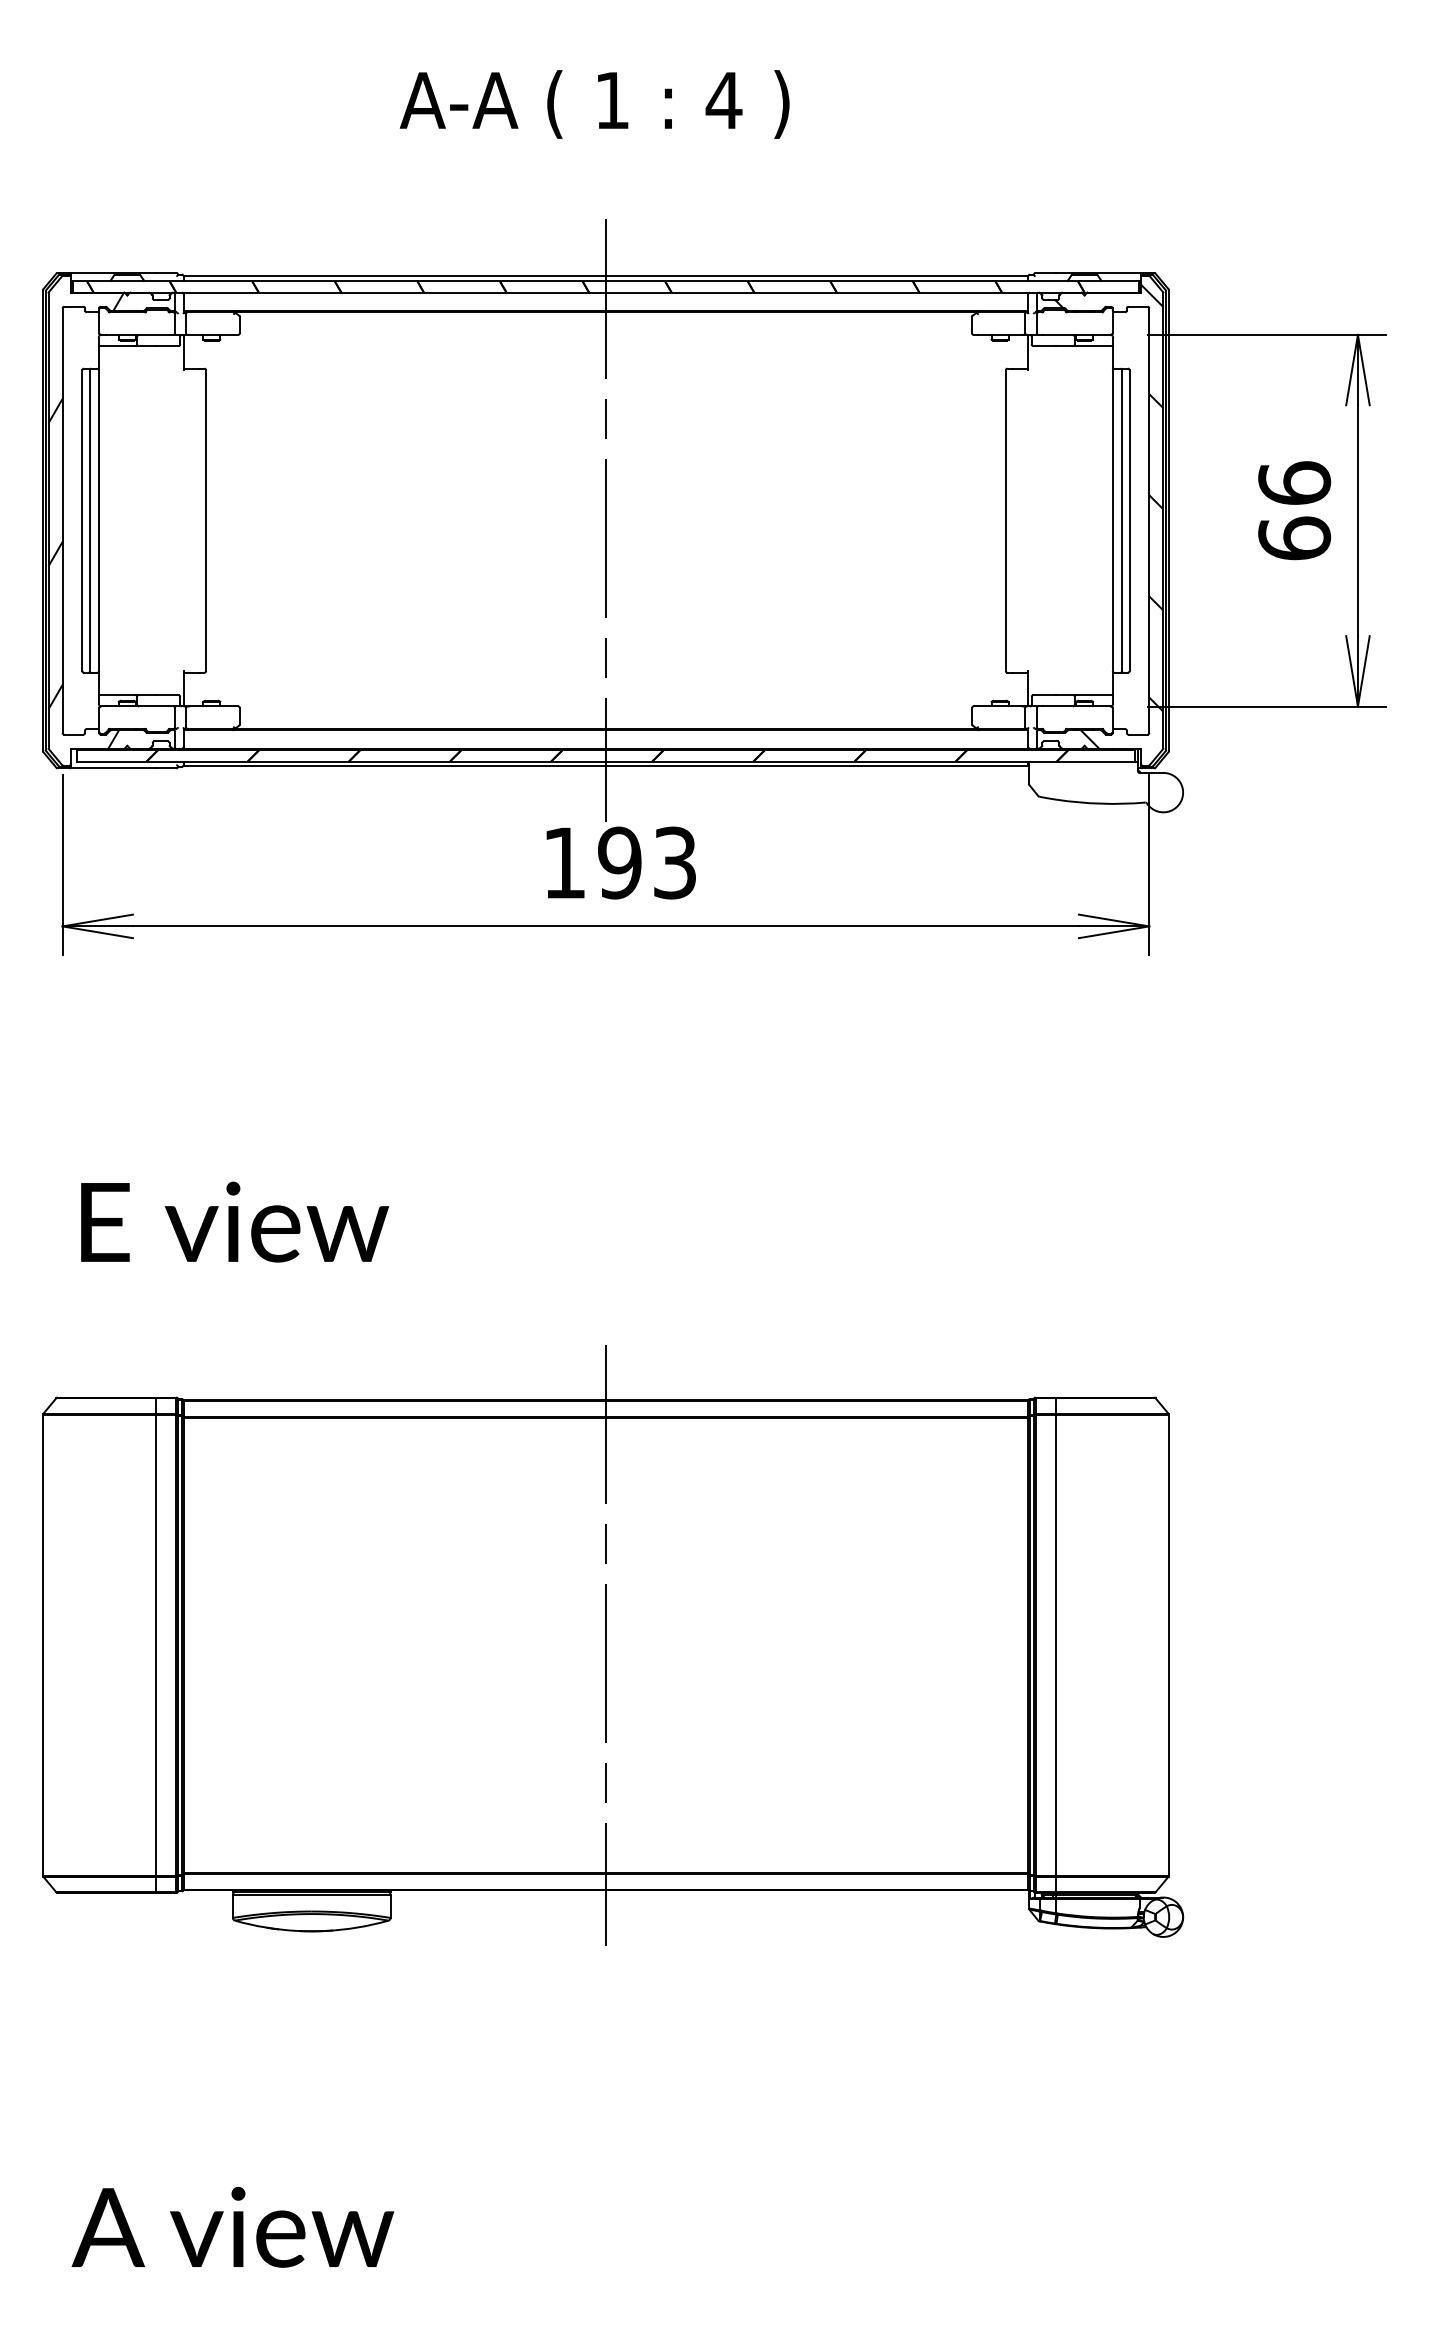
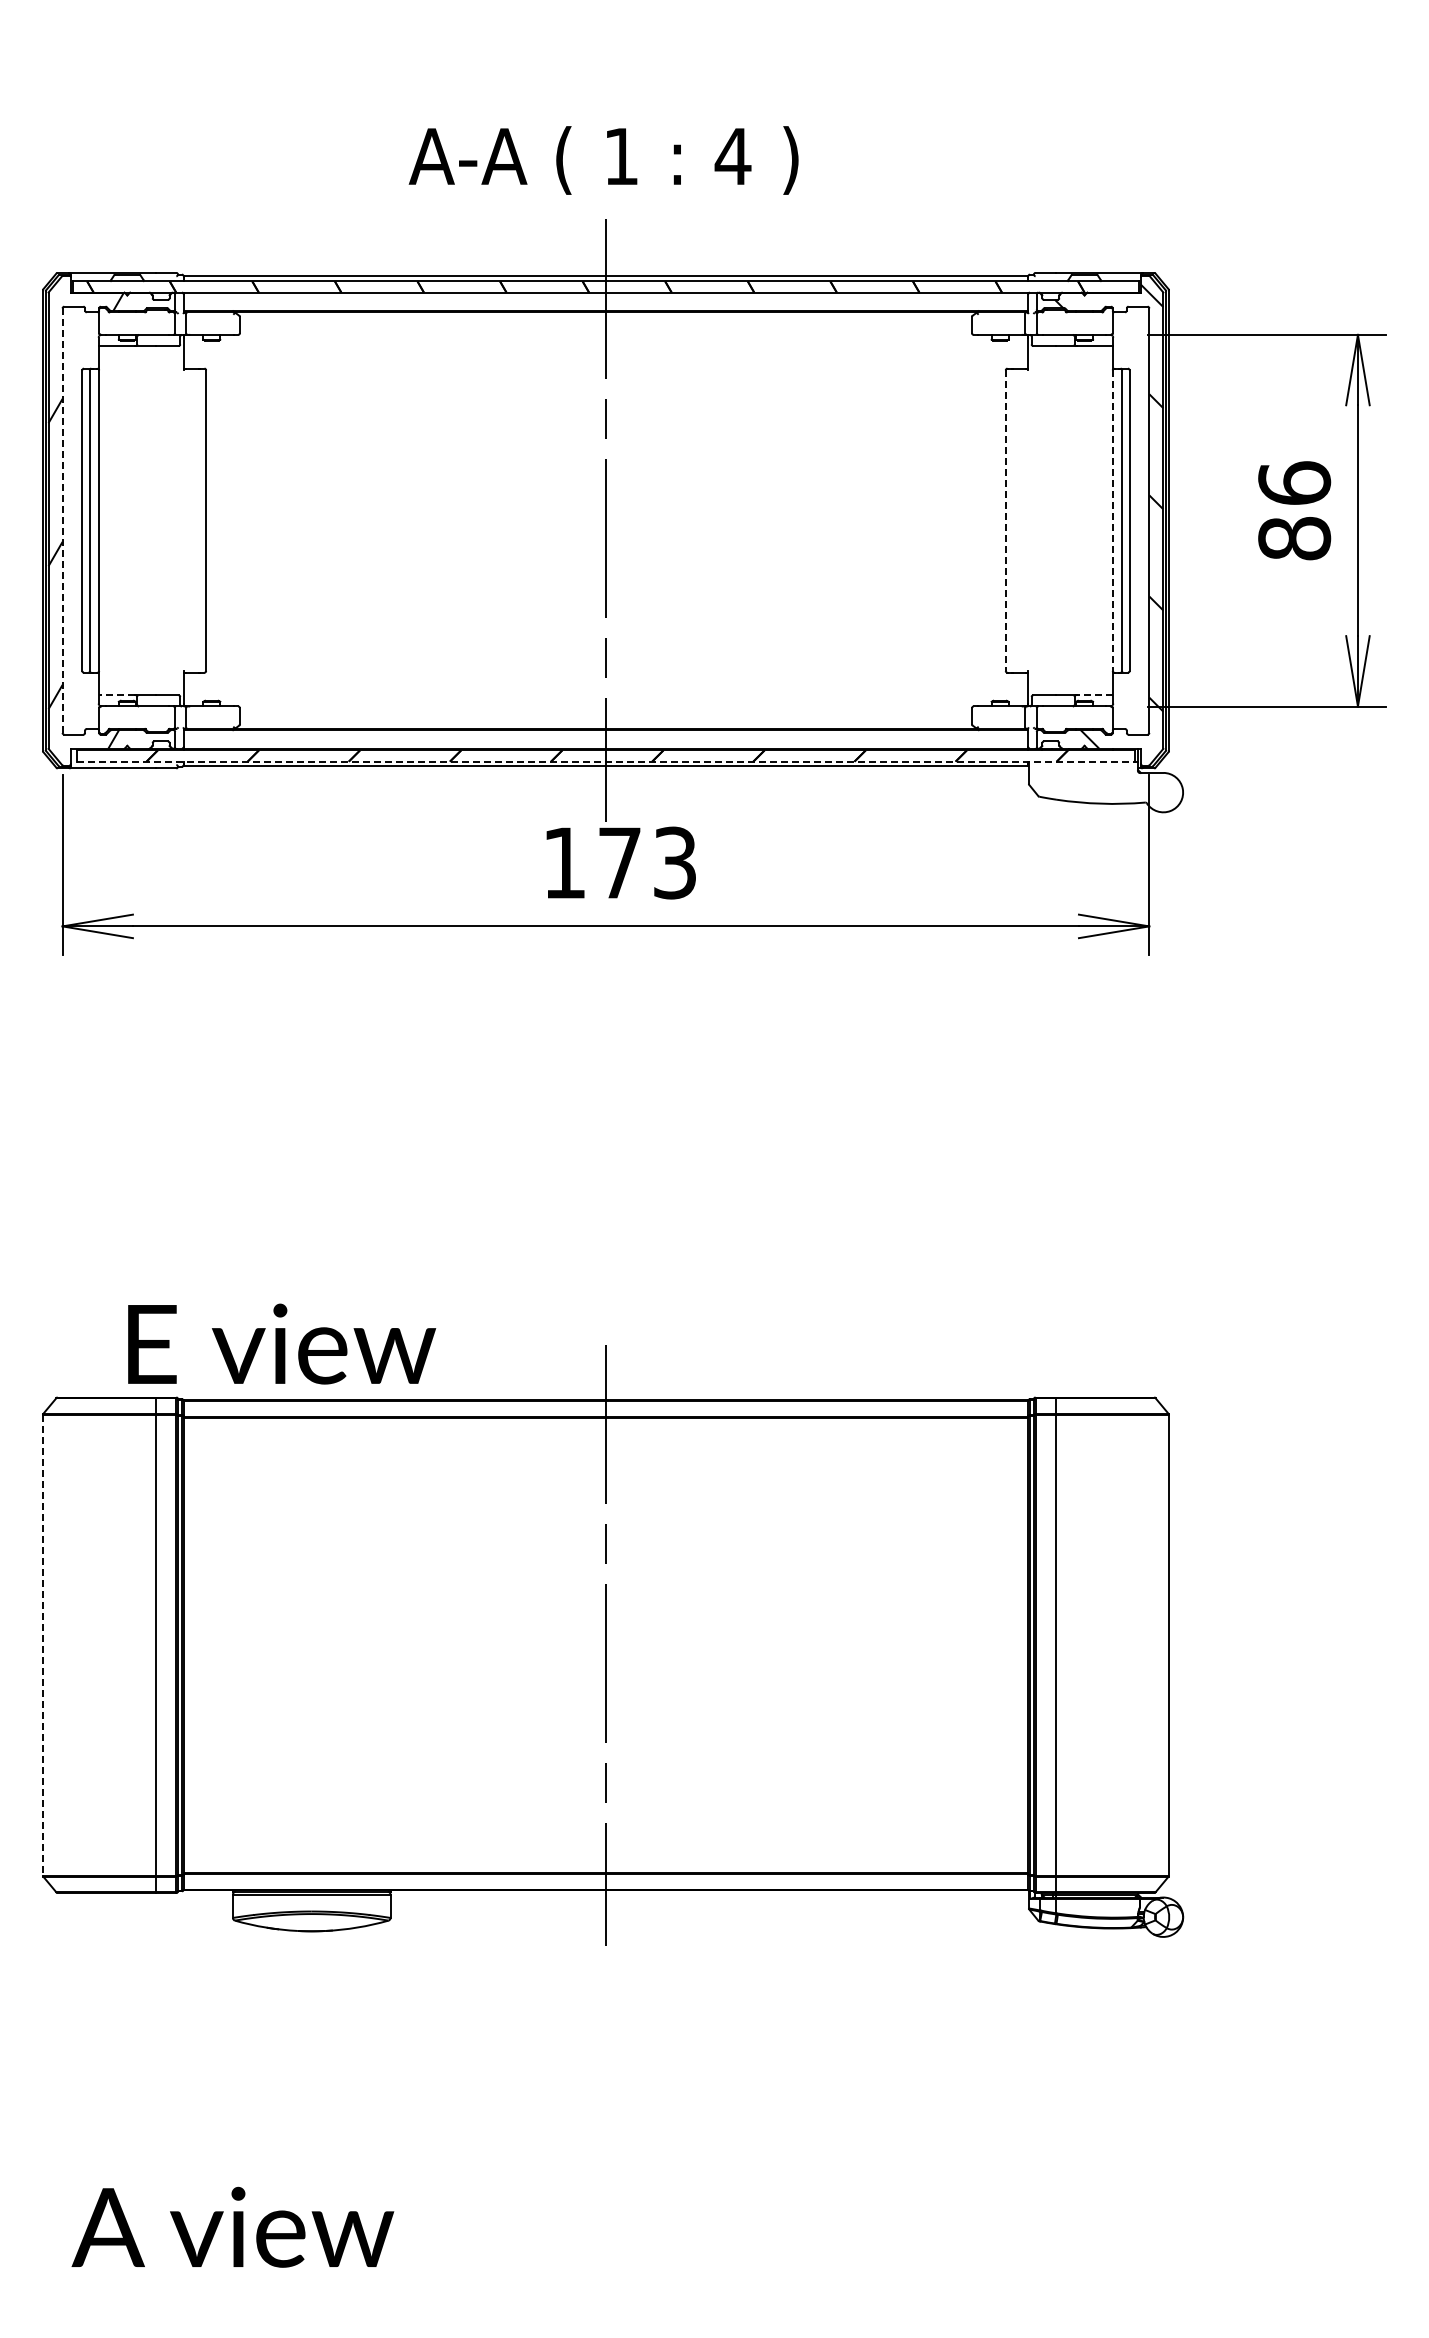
text at (594, 104) position: (594, 104) -> (603, 160)
line at (62, 520): solid -> dashed
line at (1005, 521): solid -> dashed
line at (1112, 521): solid -> dashed
text at (1294, 538): 66 -> 86
line at (116, 695): solid -> dashed
line at (1094, 695): solid -> dashed
line at (606, 761): solid -> dashed
text at (619, 862): 193 -> 173
text at (235, 1221) position: (235, 1221) -> (282, 1343)
line at (42, 1645): solid -> dashed
